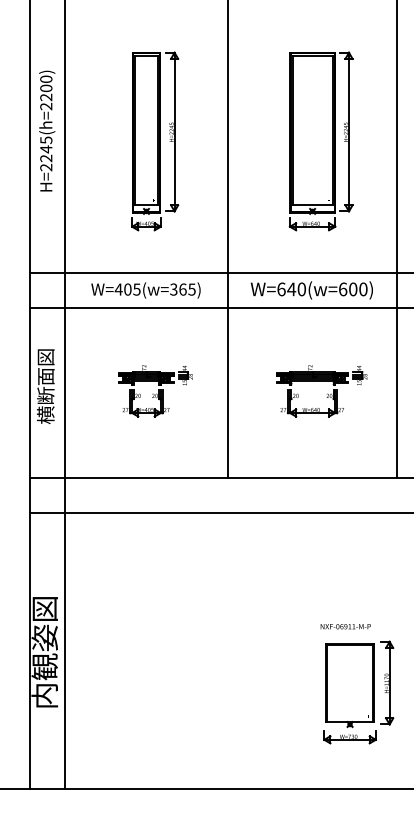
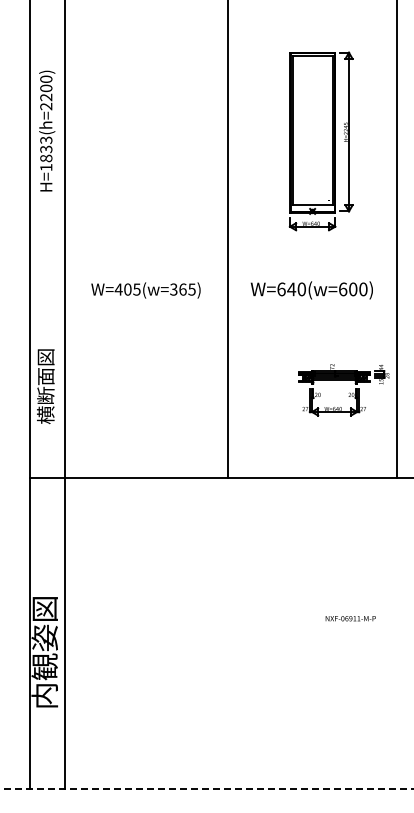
part at (155, 141): present -> none
text at (46, 153): H=2245(h=2200) -> H=1833(h=2200)
line at (219, 272): present -> none
line at (219, 307): present -> none
part at (155, 391): present -> none
part at (321, 391) position: (321, 391) -> (343, 390)
line at (219, 512): present -> none
text at (345, 626) position: (345, 626) -> (350, 618)
part at (358, 692): present -> none
line at (207, 788): solid -> dashed
